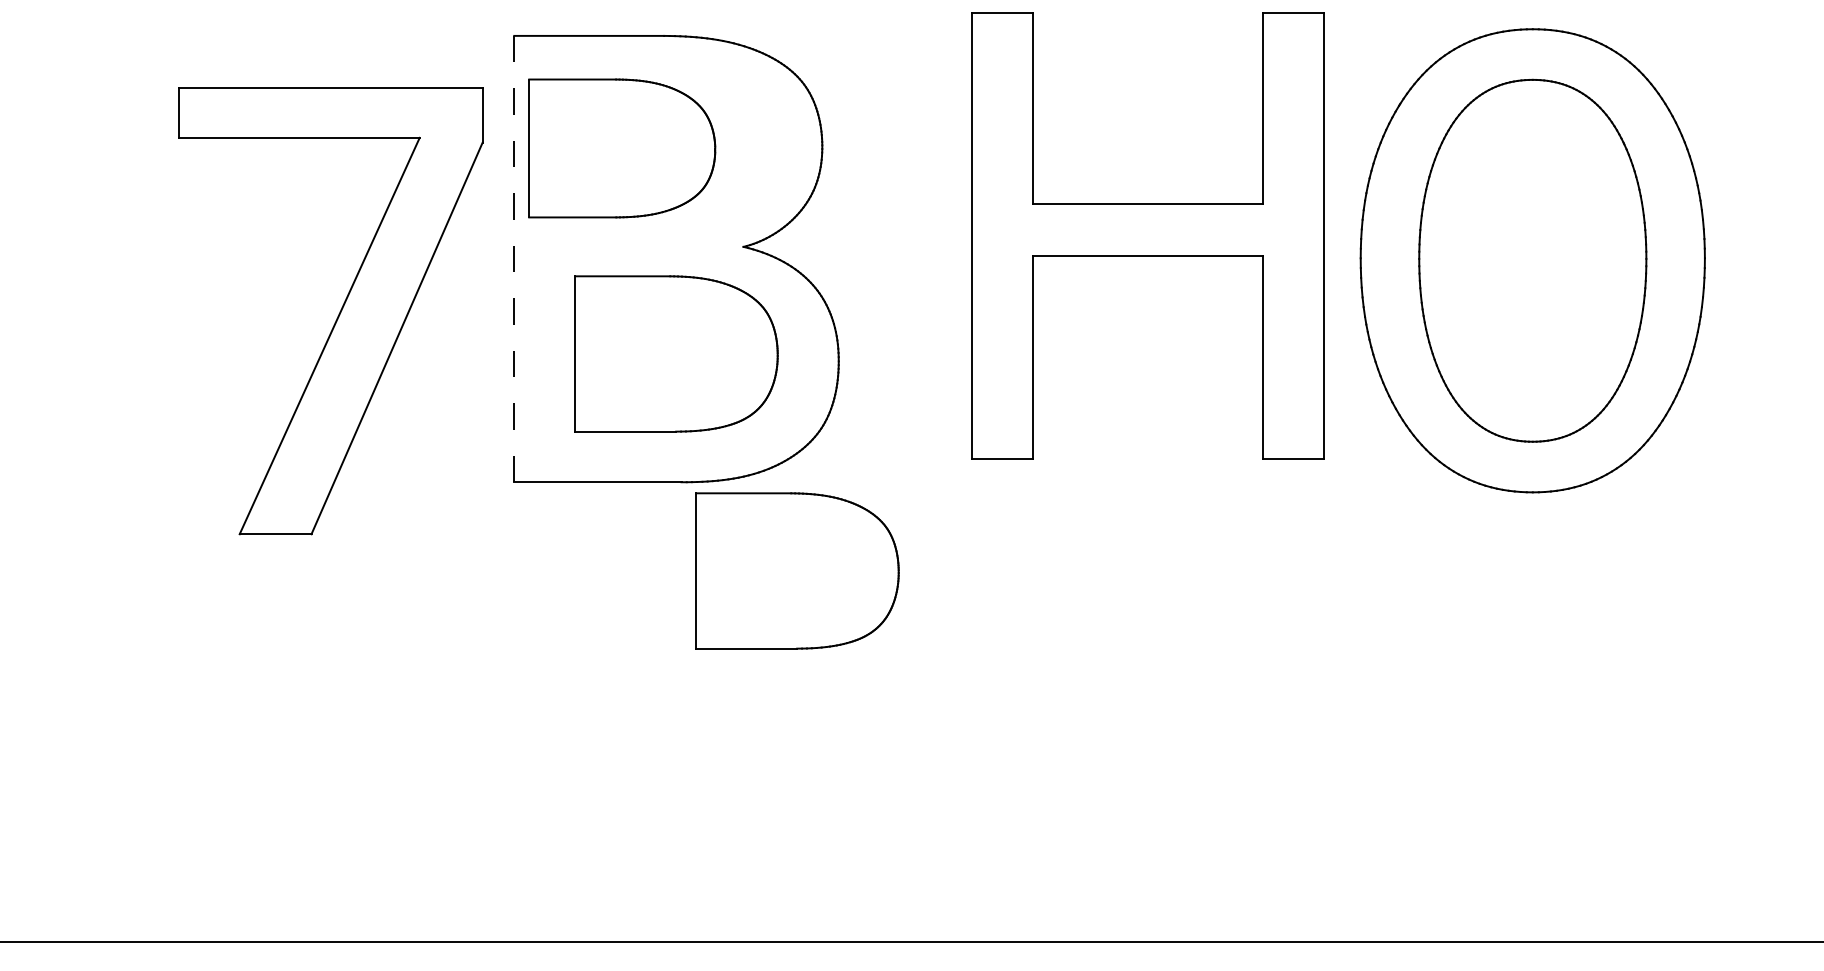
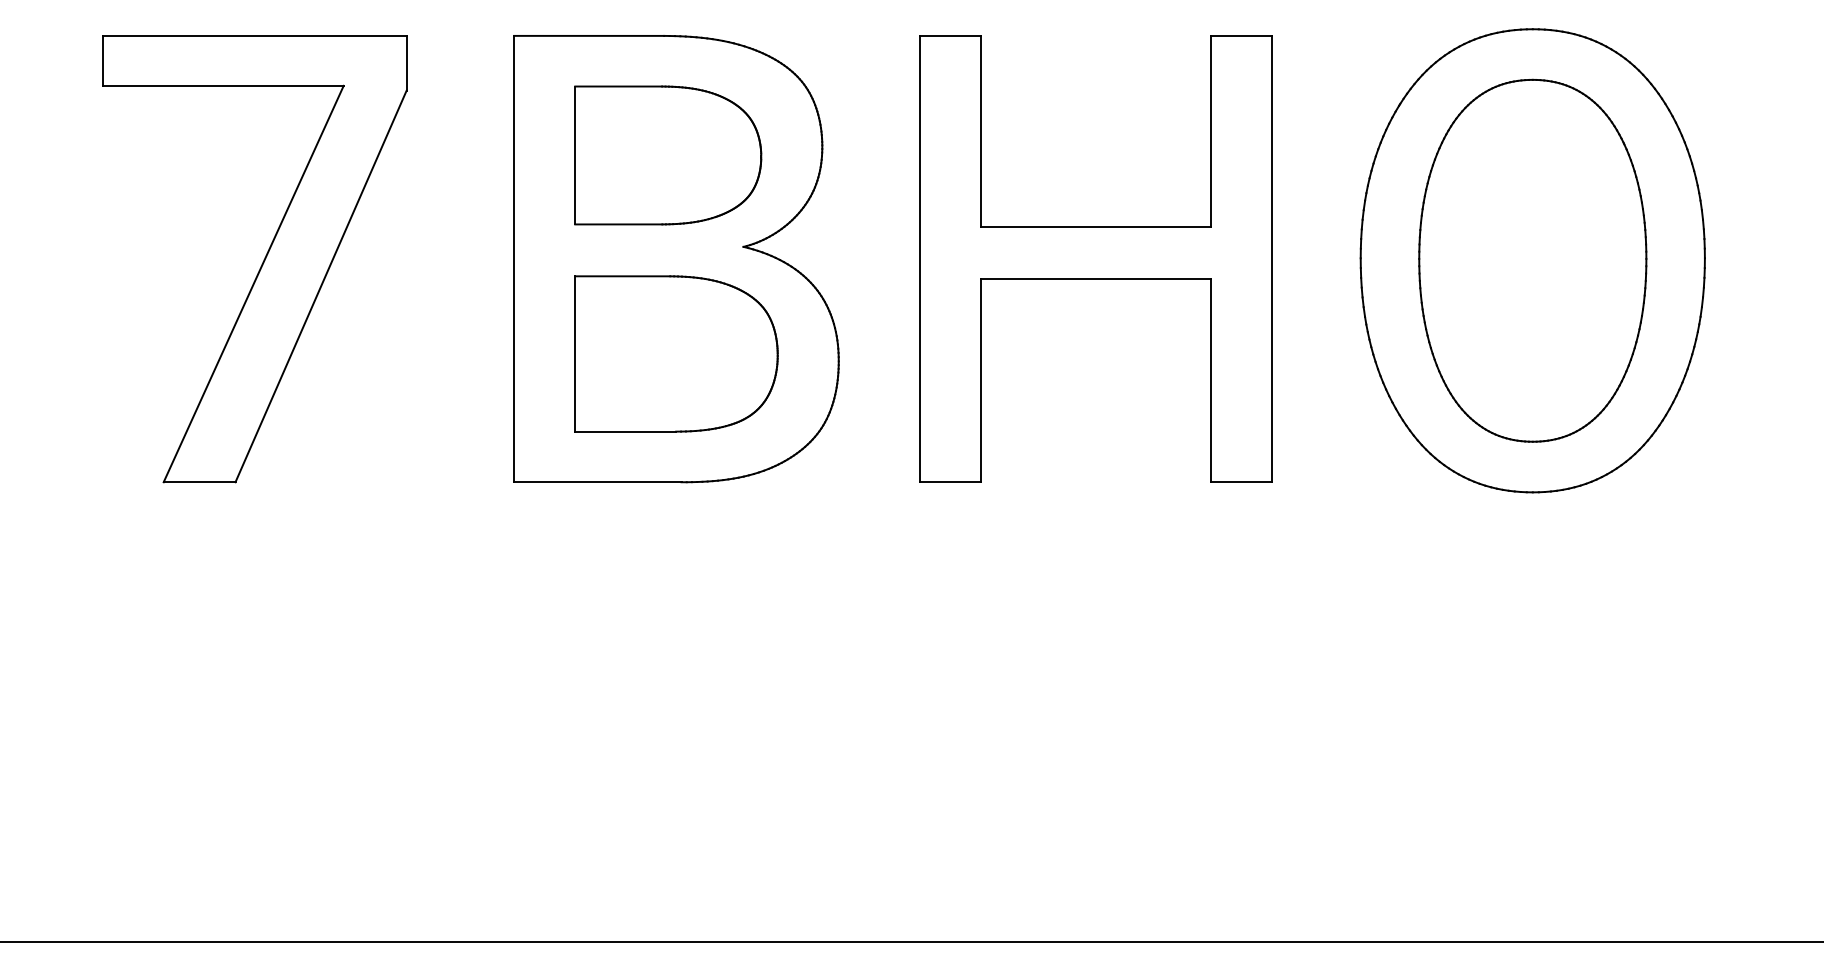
part at (622, 148) position: (622, 148) -> (668, 155)
part at (1147, 235) position: (1147, 235) -> (1095, 258)
line at (514, 258): dashed -> solid
part at (338, 314) position: (338, 314) -> (262, 262)
part at (797, 570): present -> none
